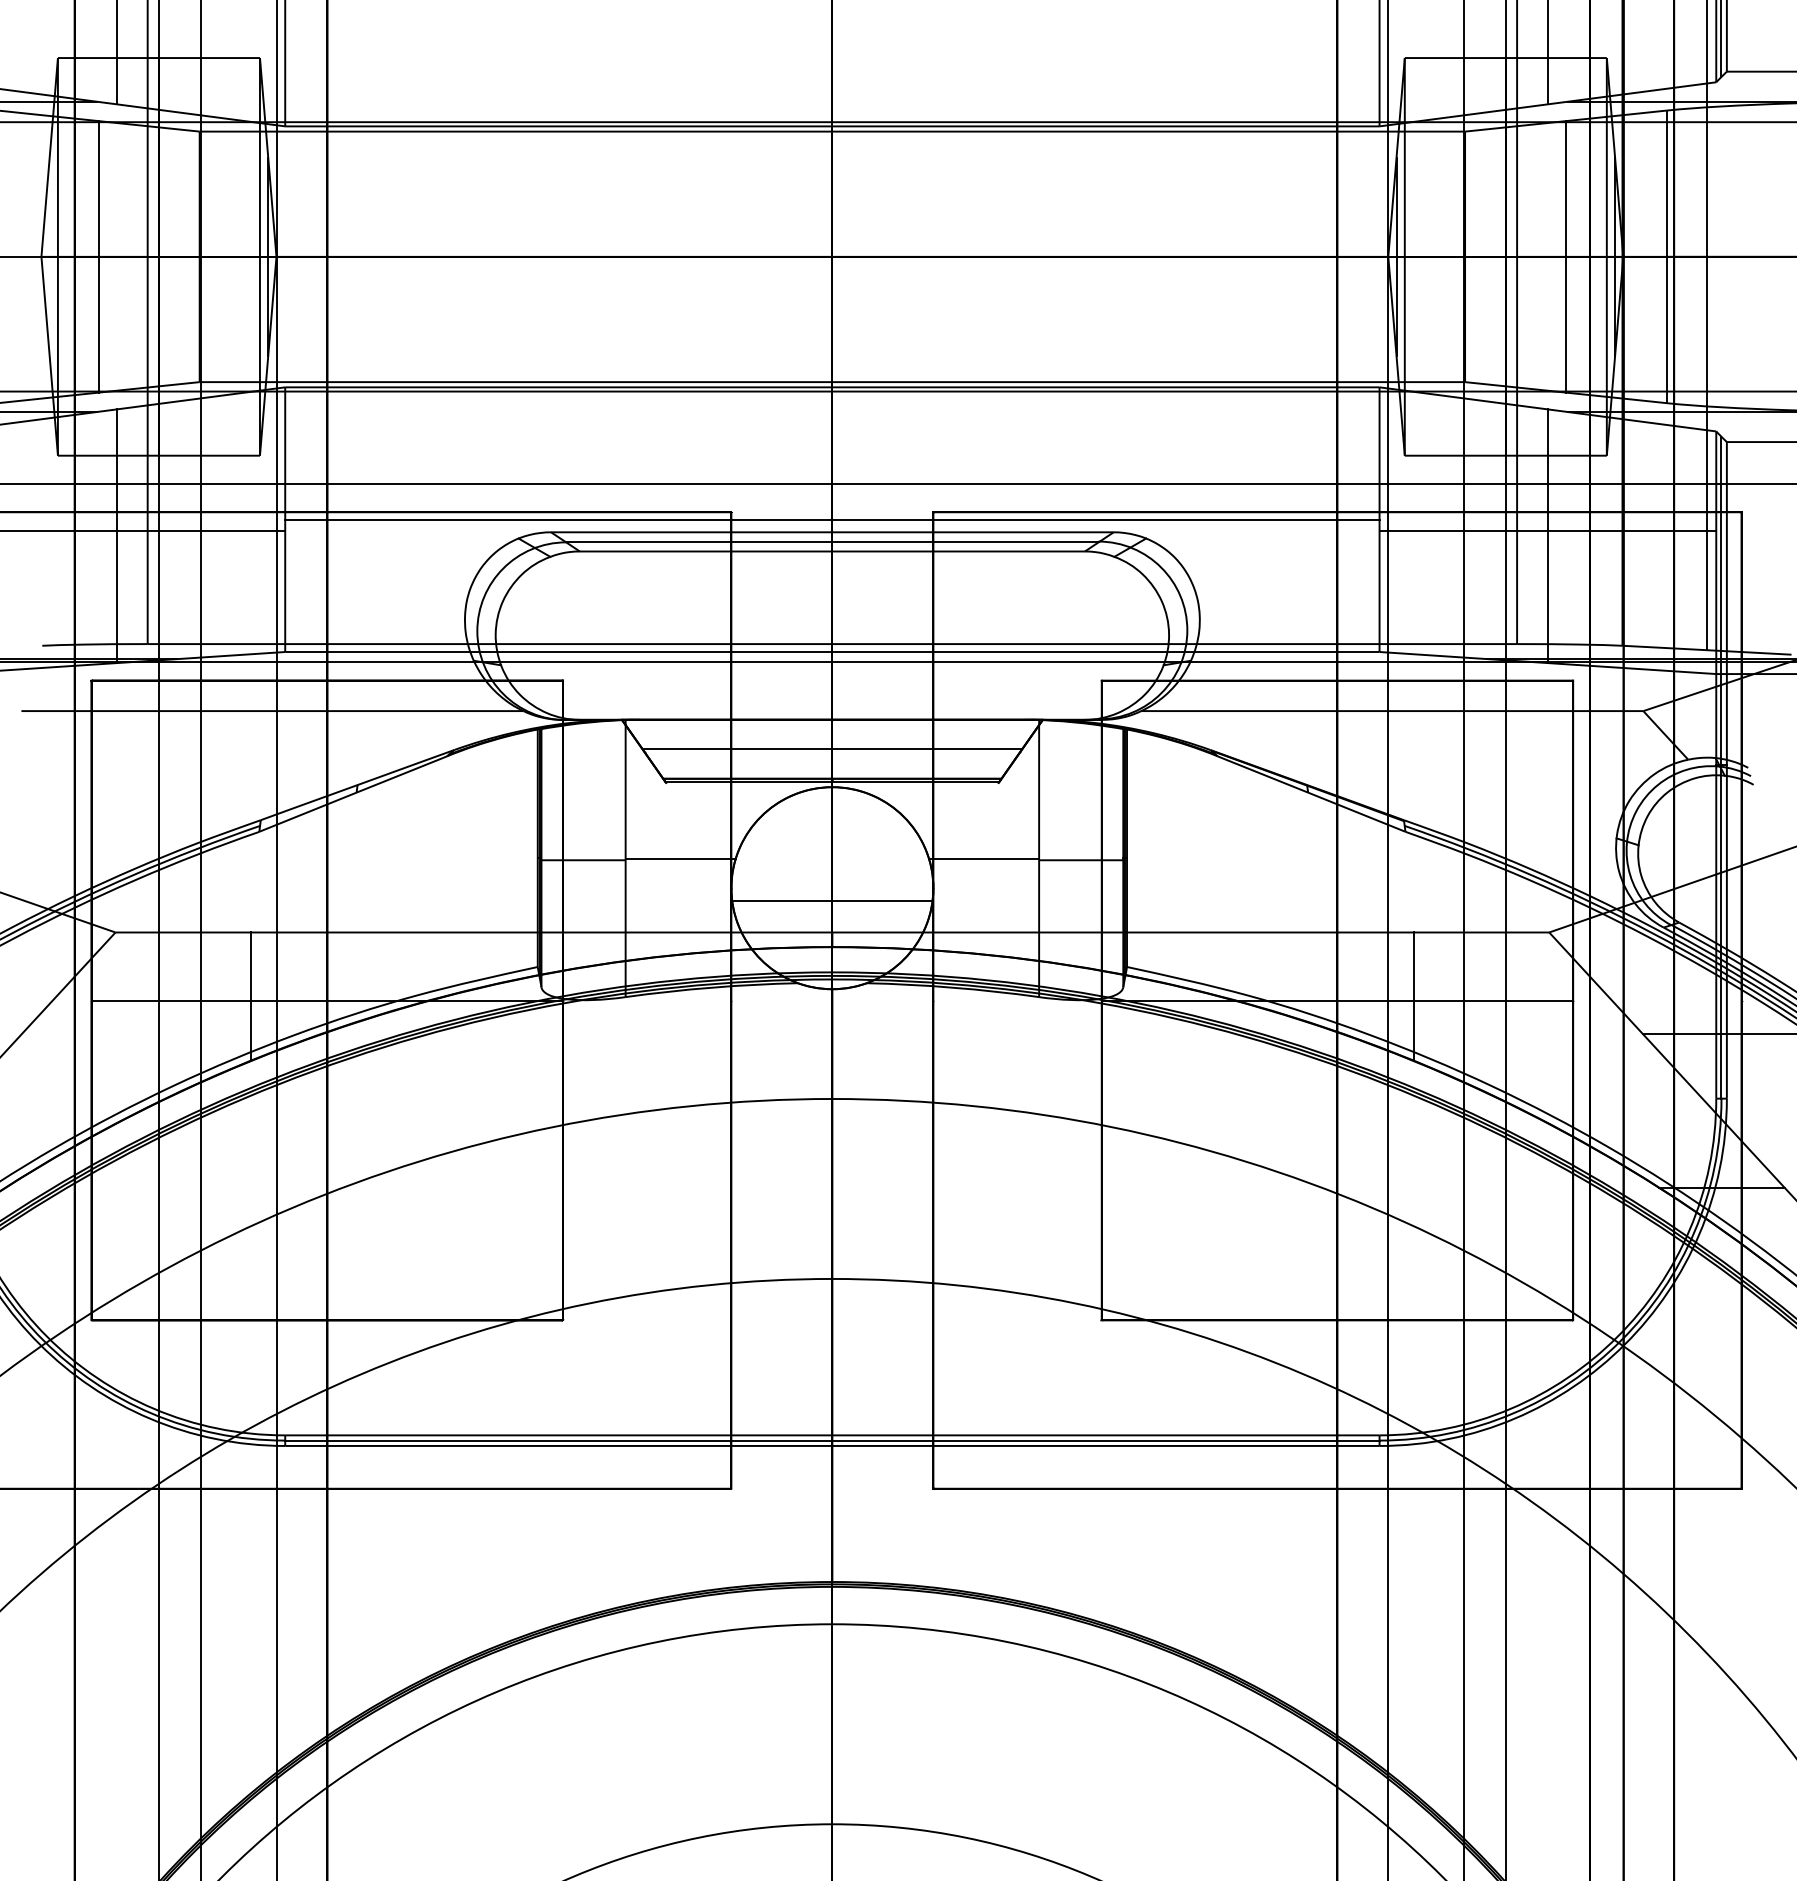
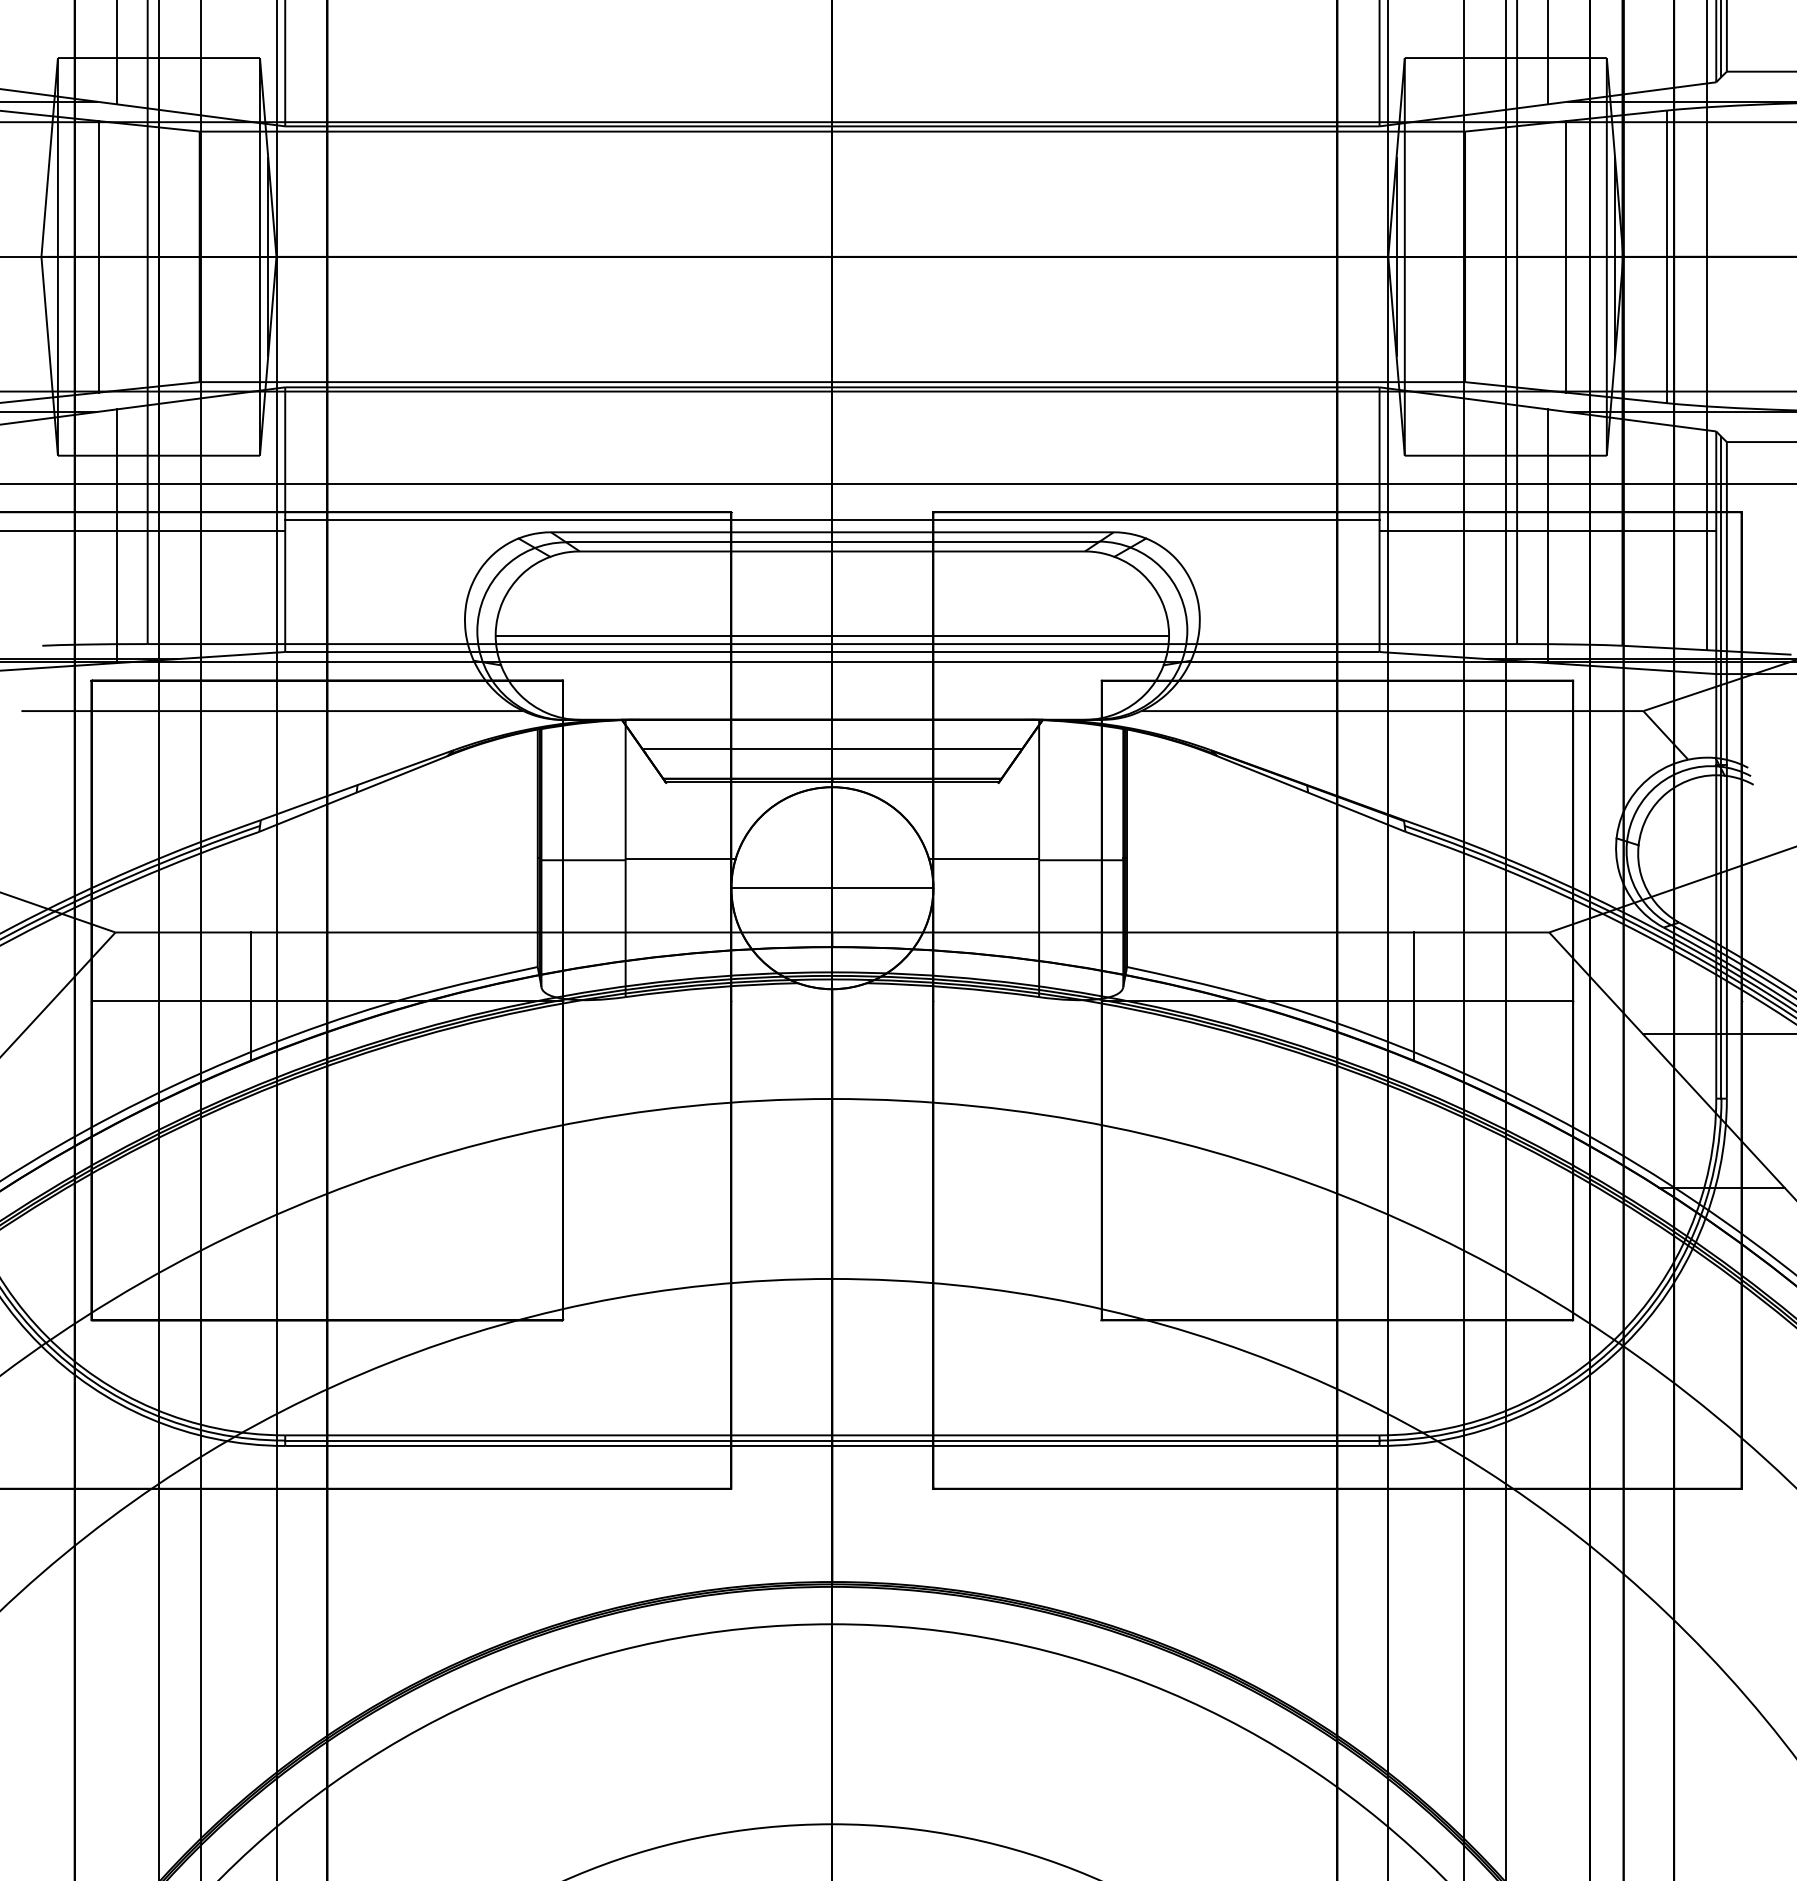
line at (832, 635): none -> present
line at (832, 901) position: (832, 901) -> (832, 888)
